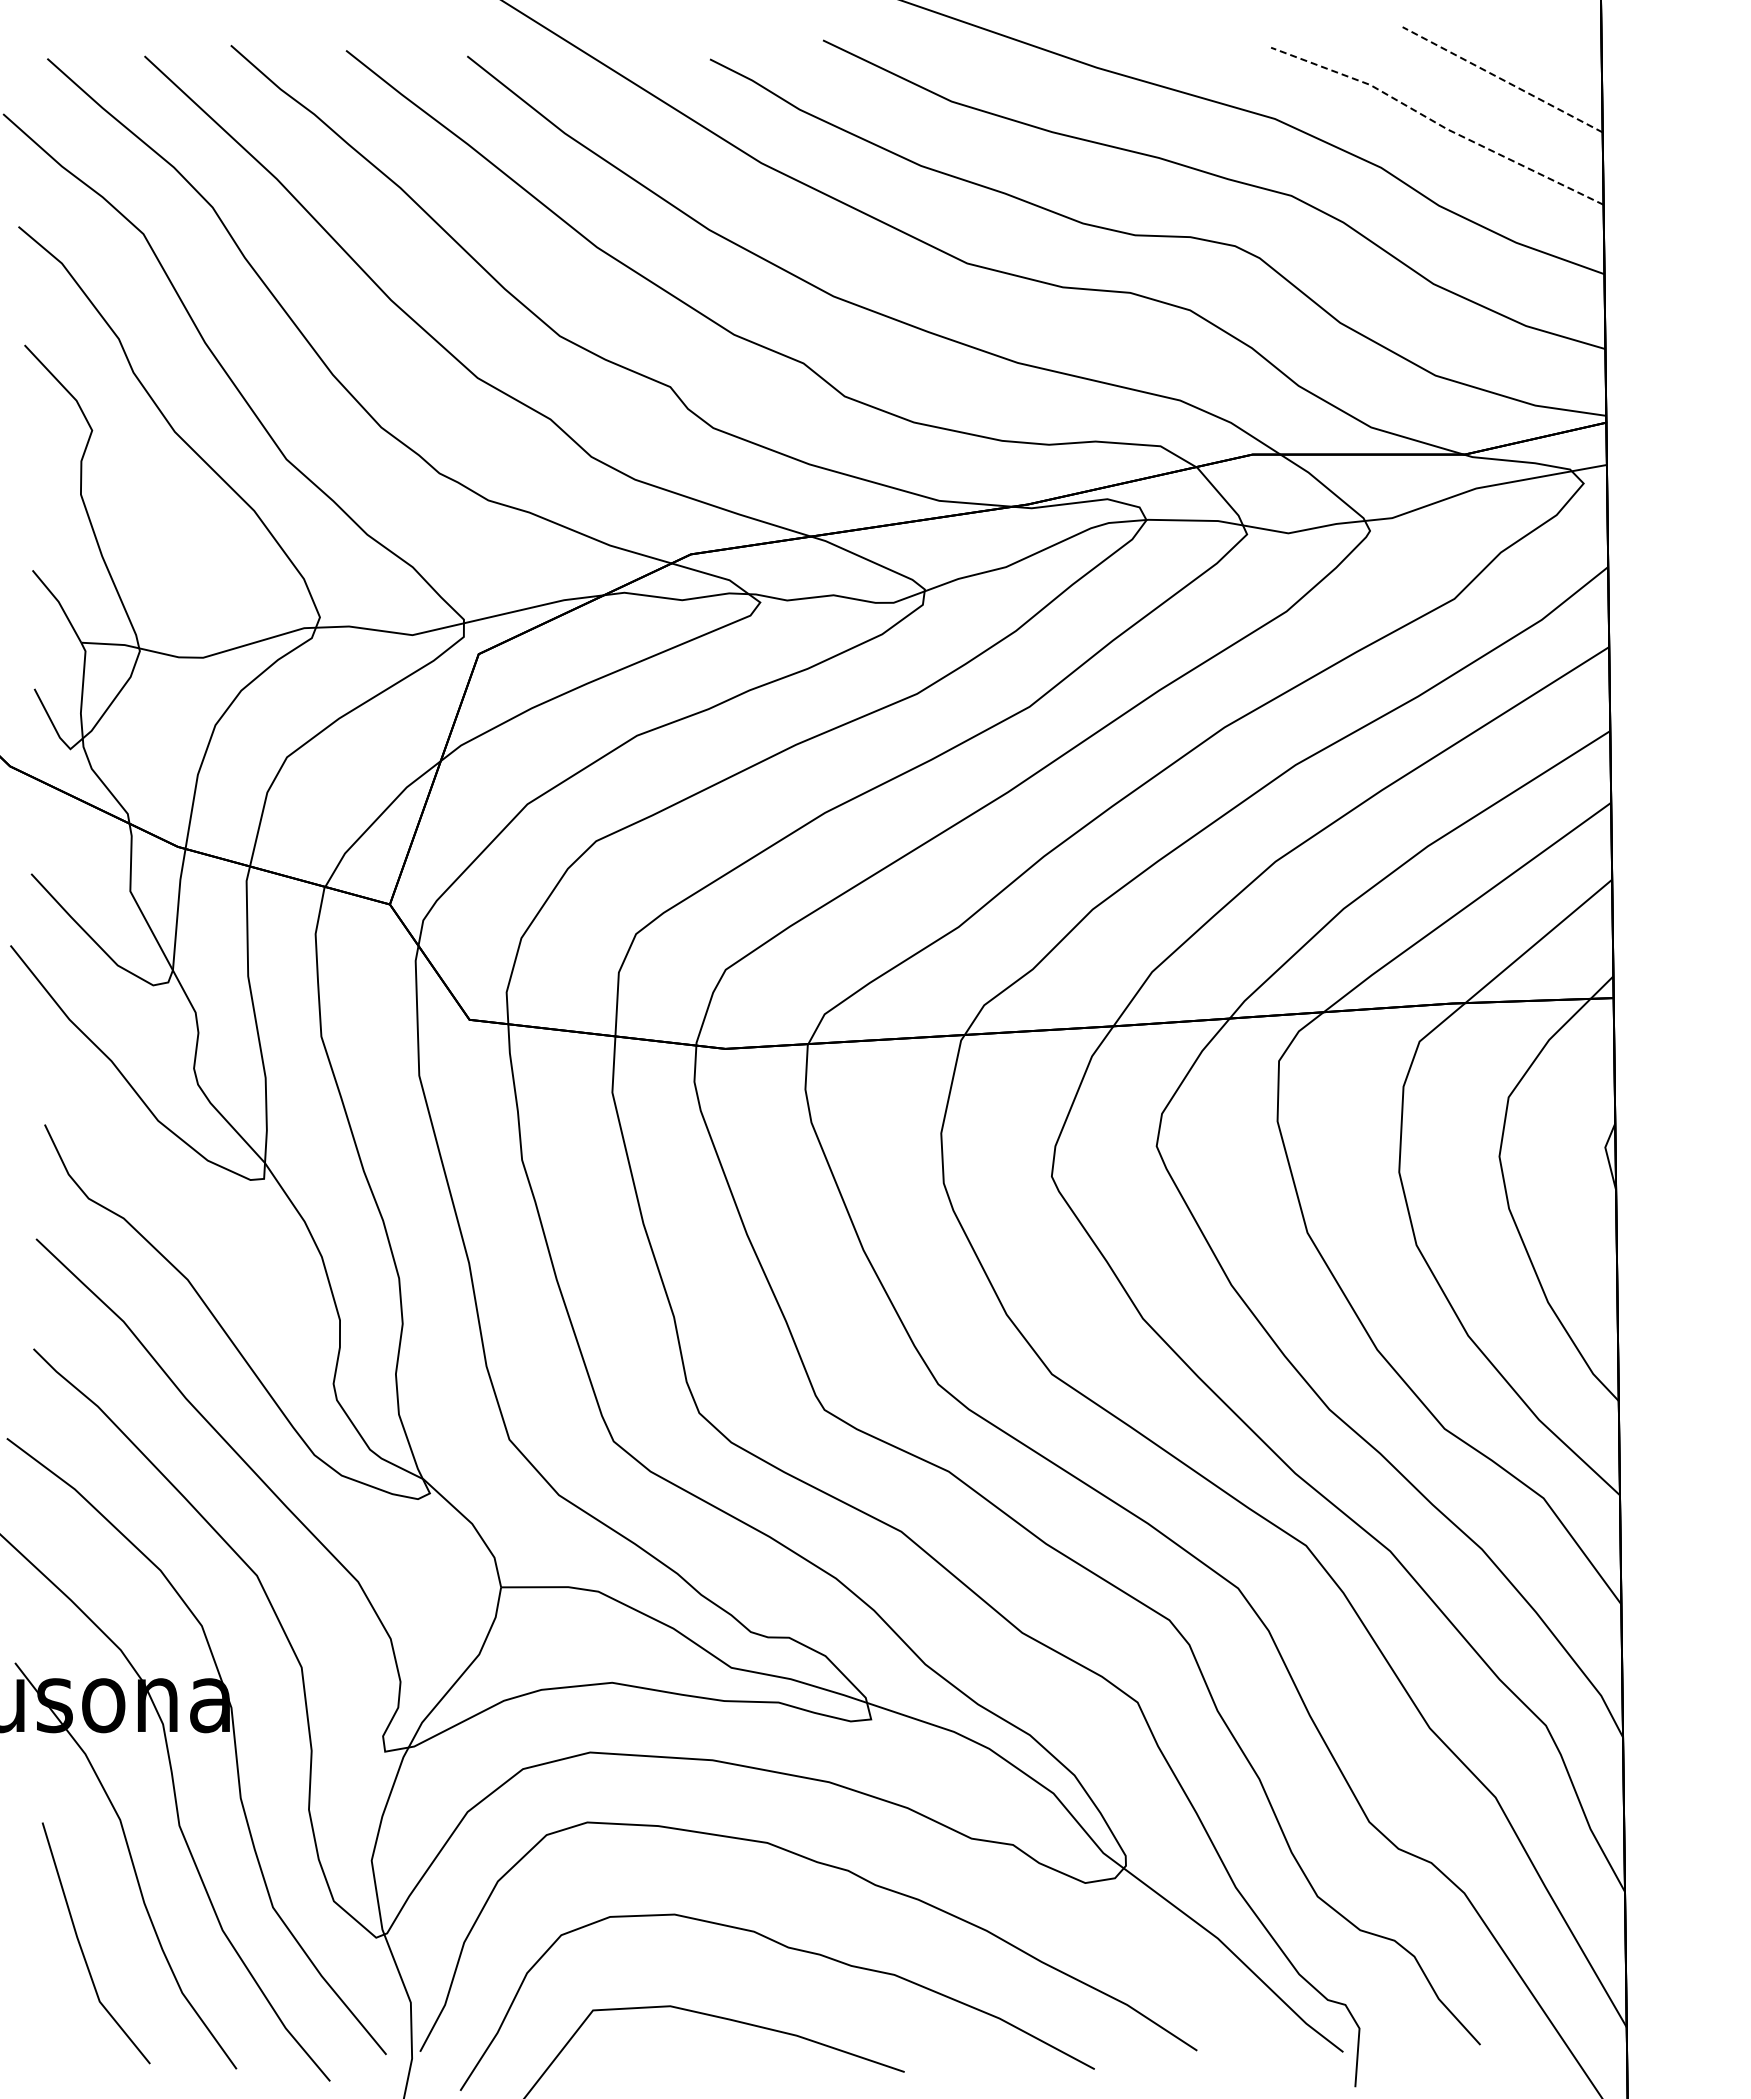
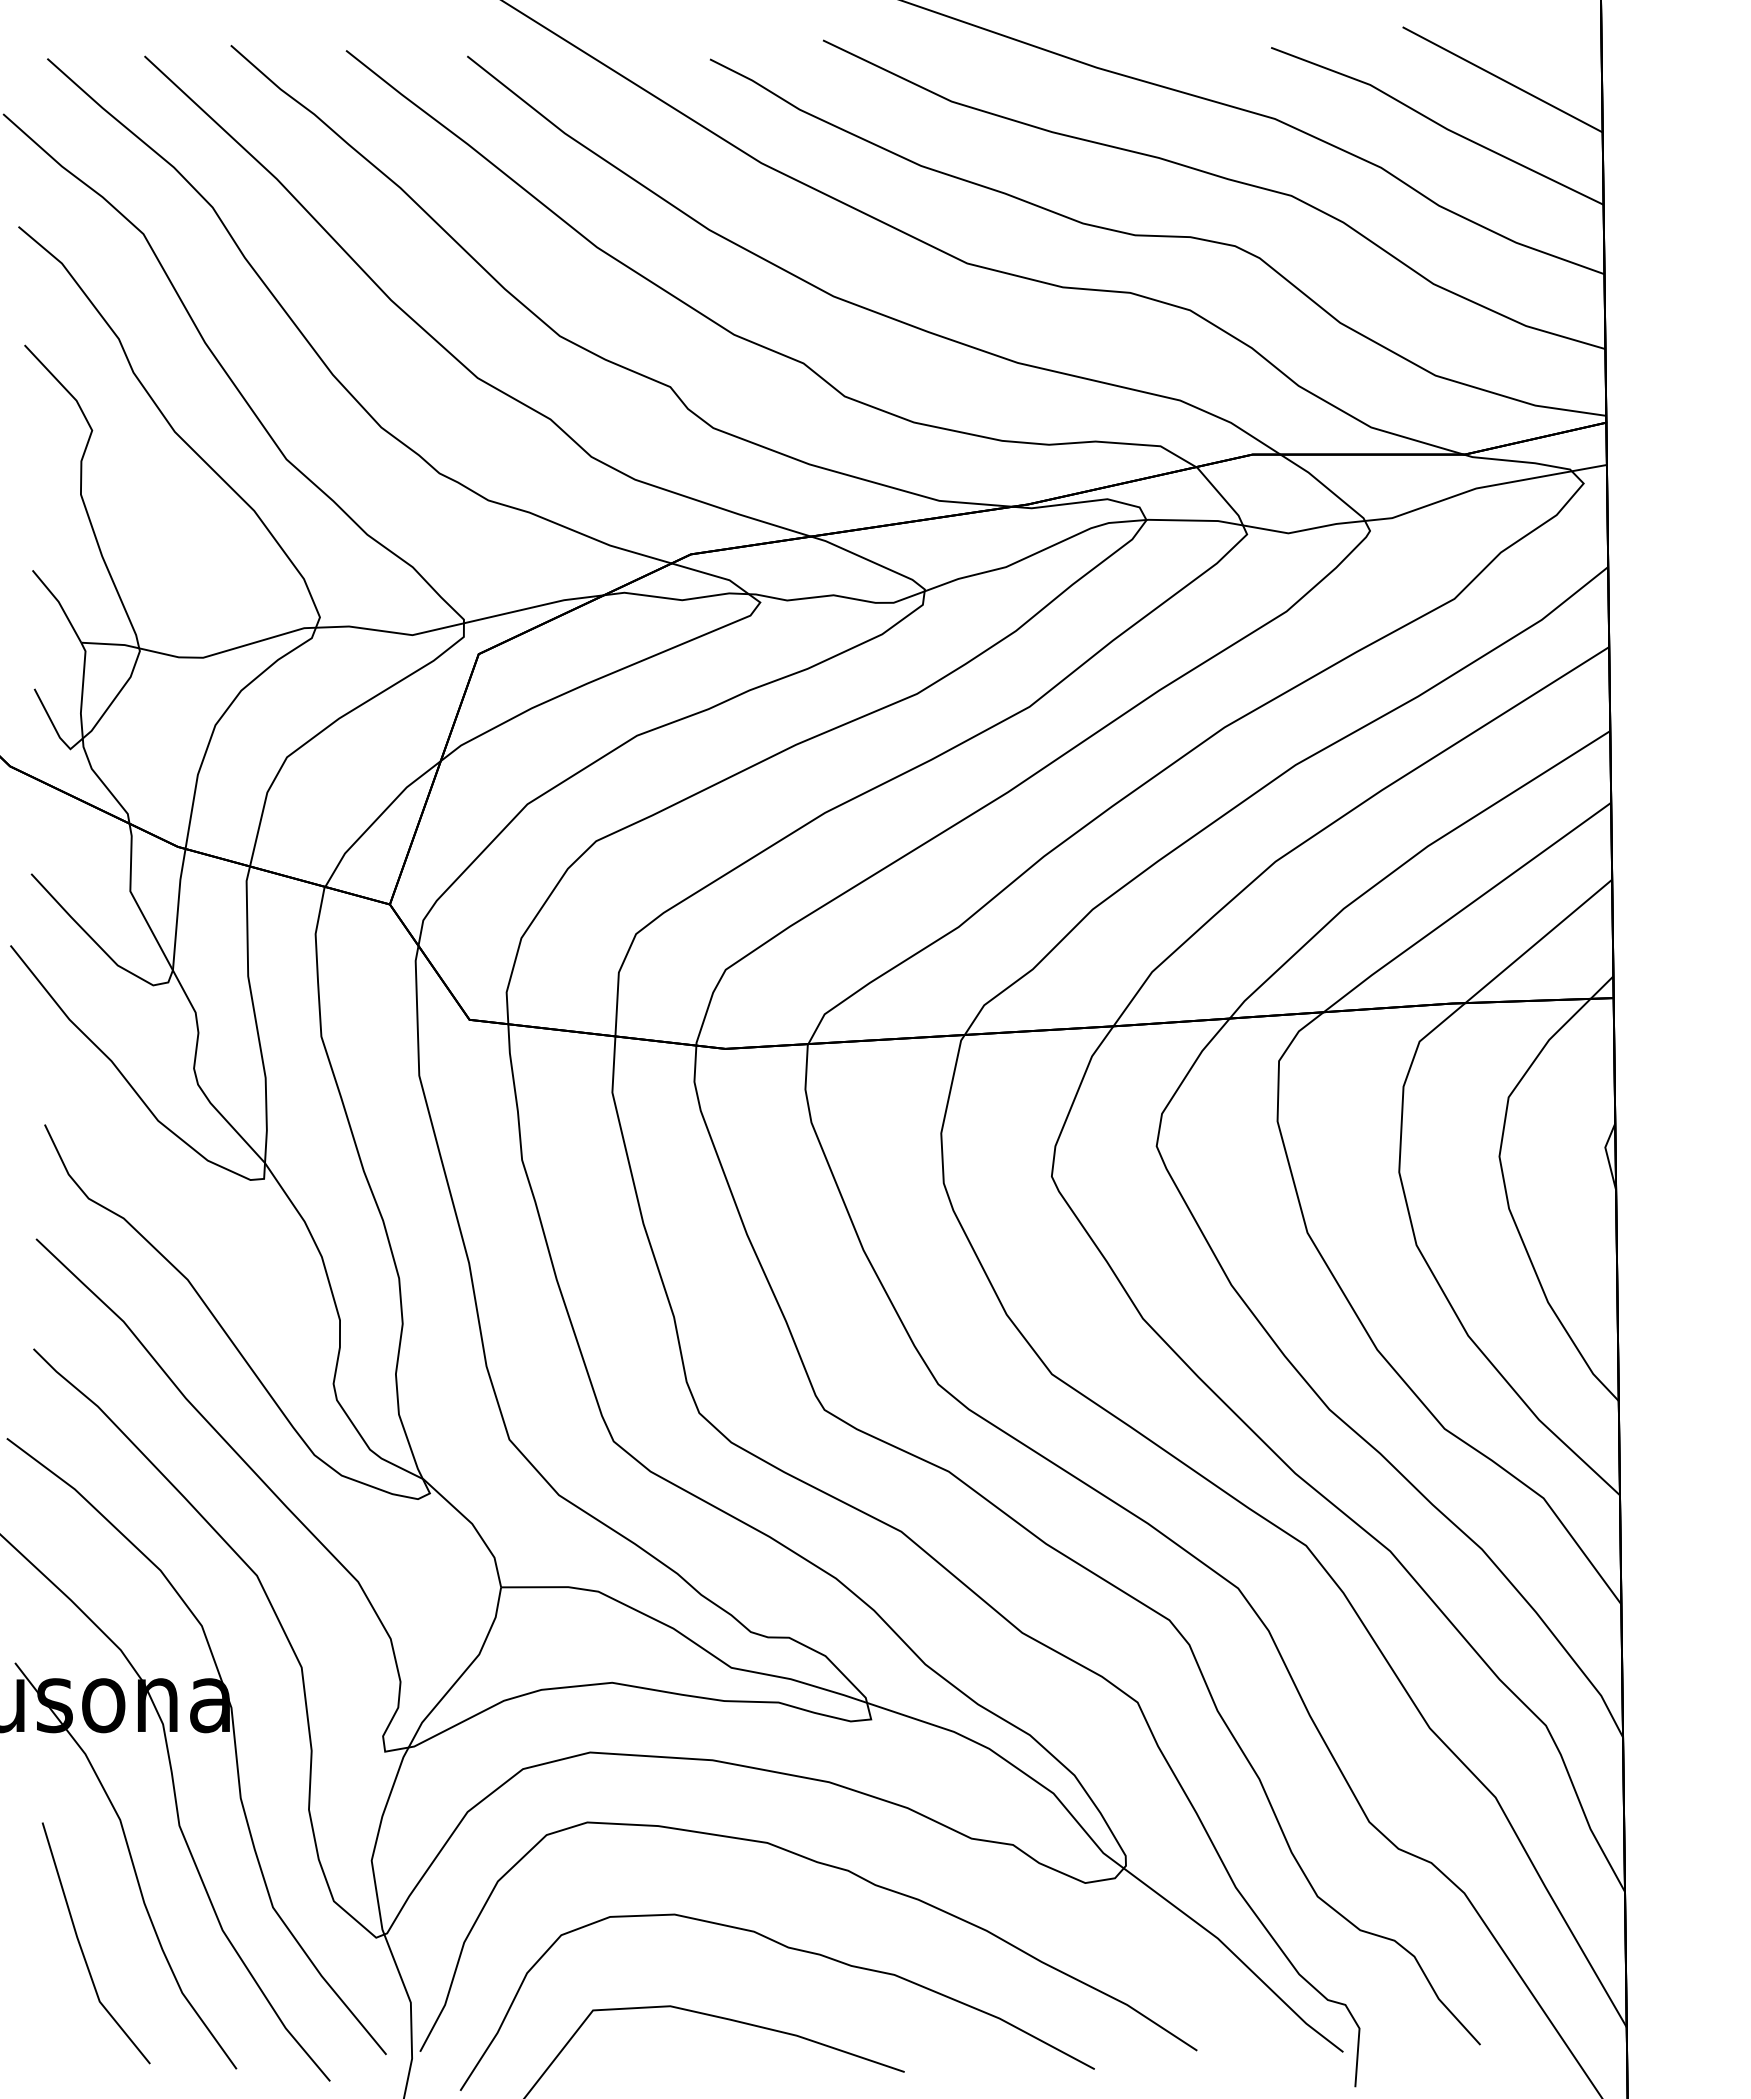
line at (1502, 79): dashed -> solid
line at (1438, 123): dashed -> solid
